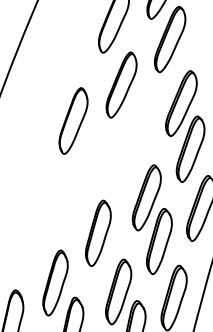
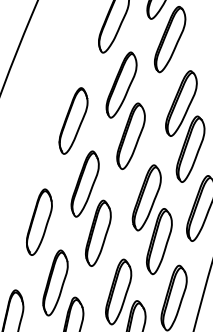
part at (130, 135): none -> present
part at (84, 183): none -> present
part at (39, 221): none -> present
